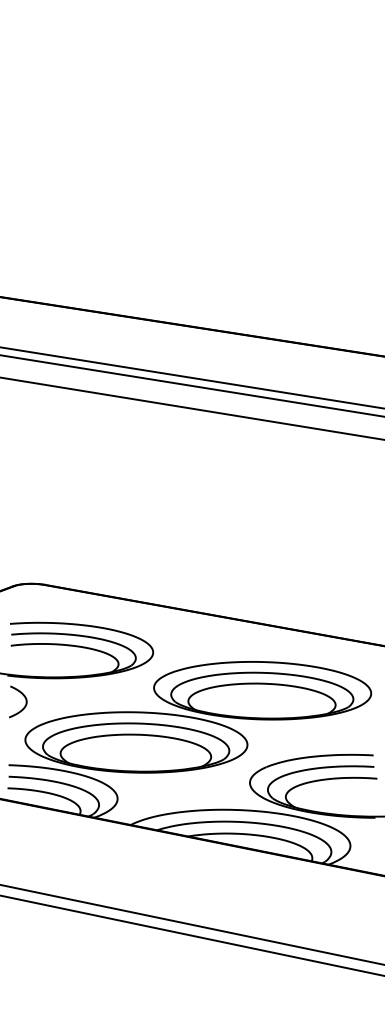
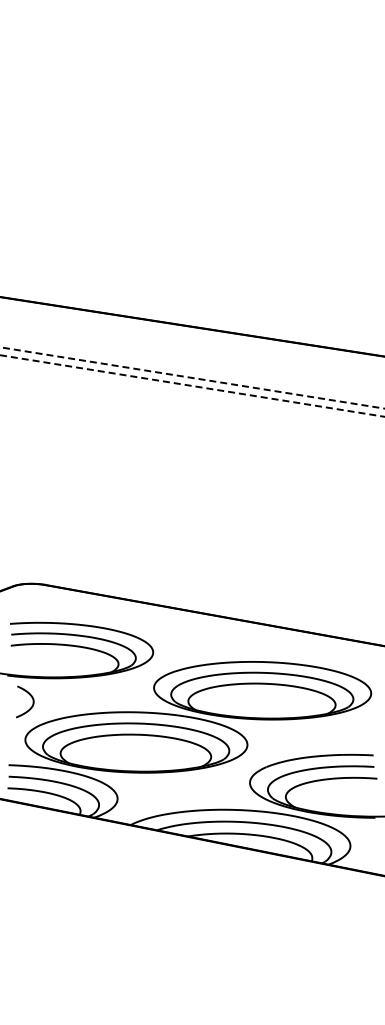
line at (193, 378): solid -> dashed
line at (191, 385): solid -> dashed
line at (191, 408): present -> none
curve at (25, 701) position: (25, 701) -> (32, 701)
line at (191, 924): present -> none
line at (191, 935): present -> none
